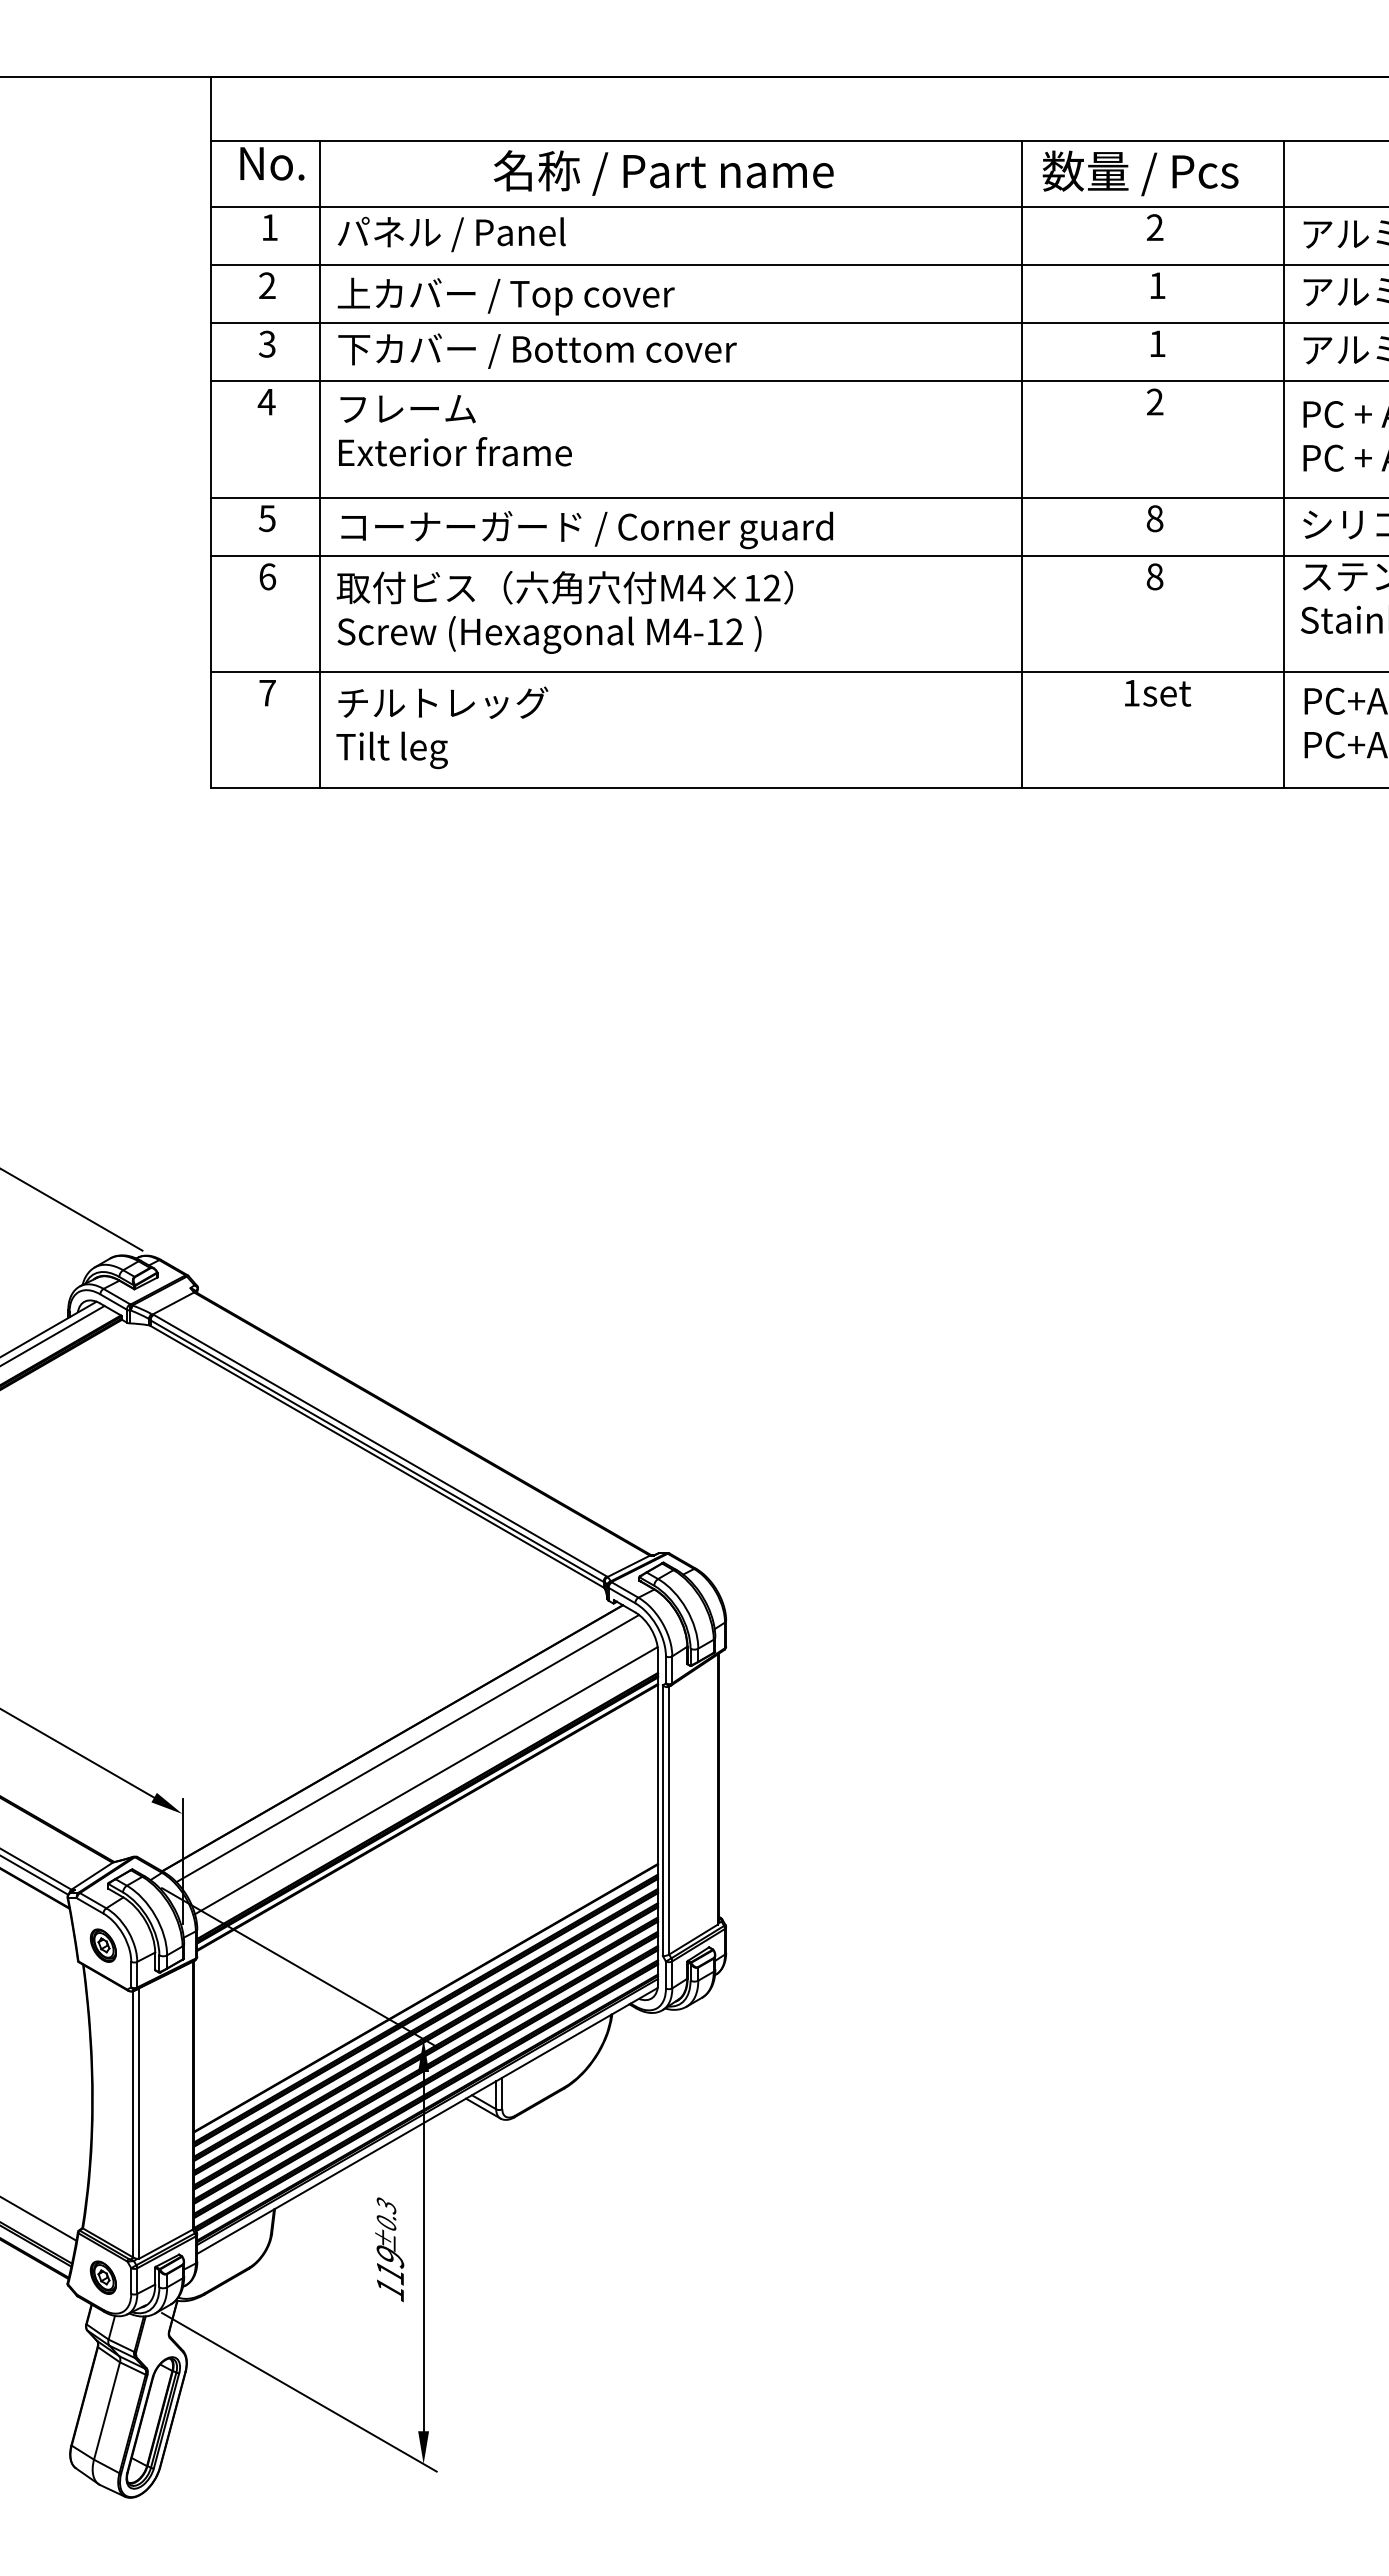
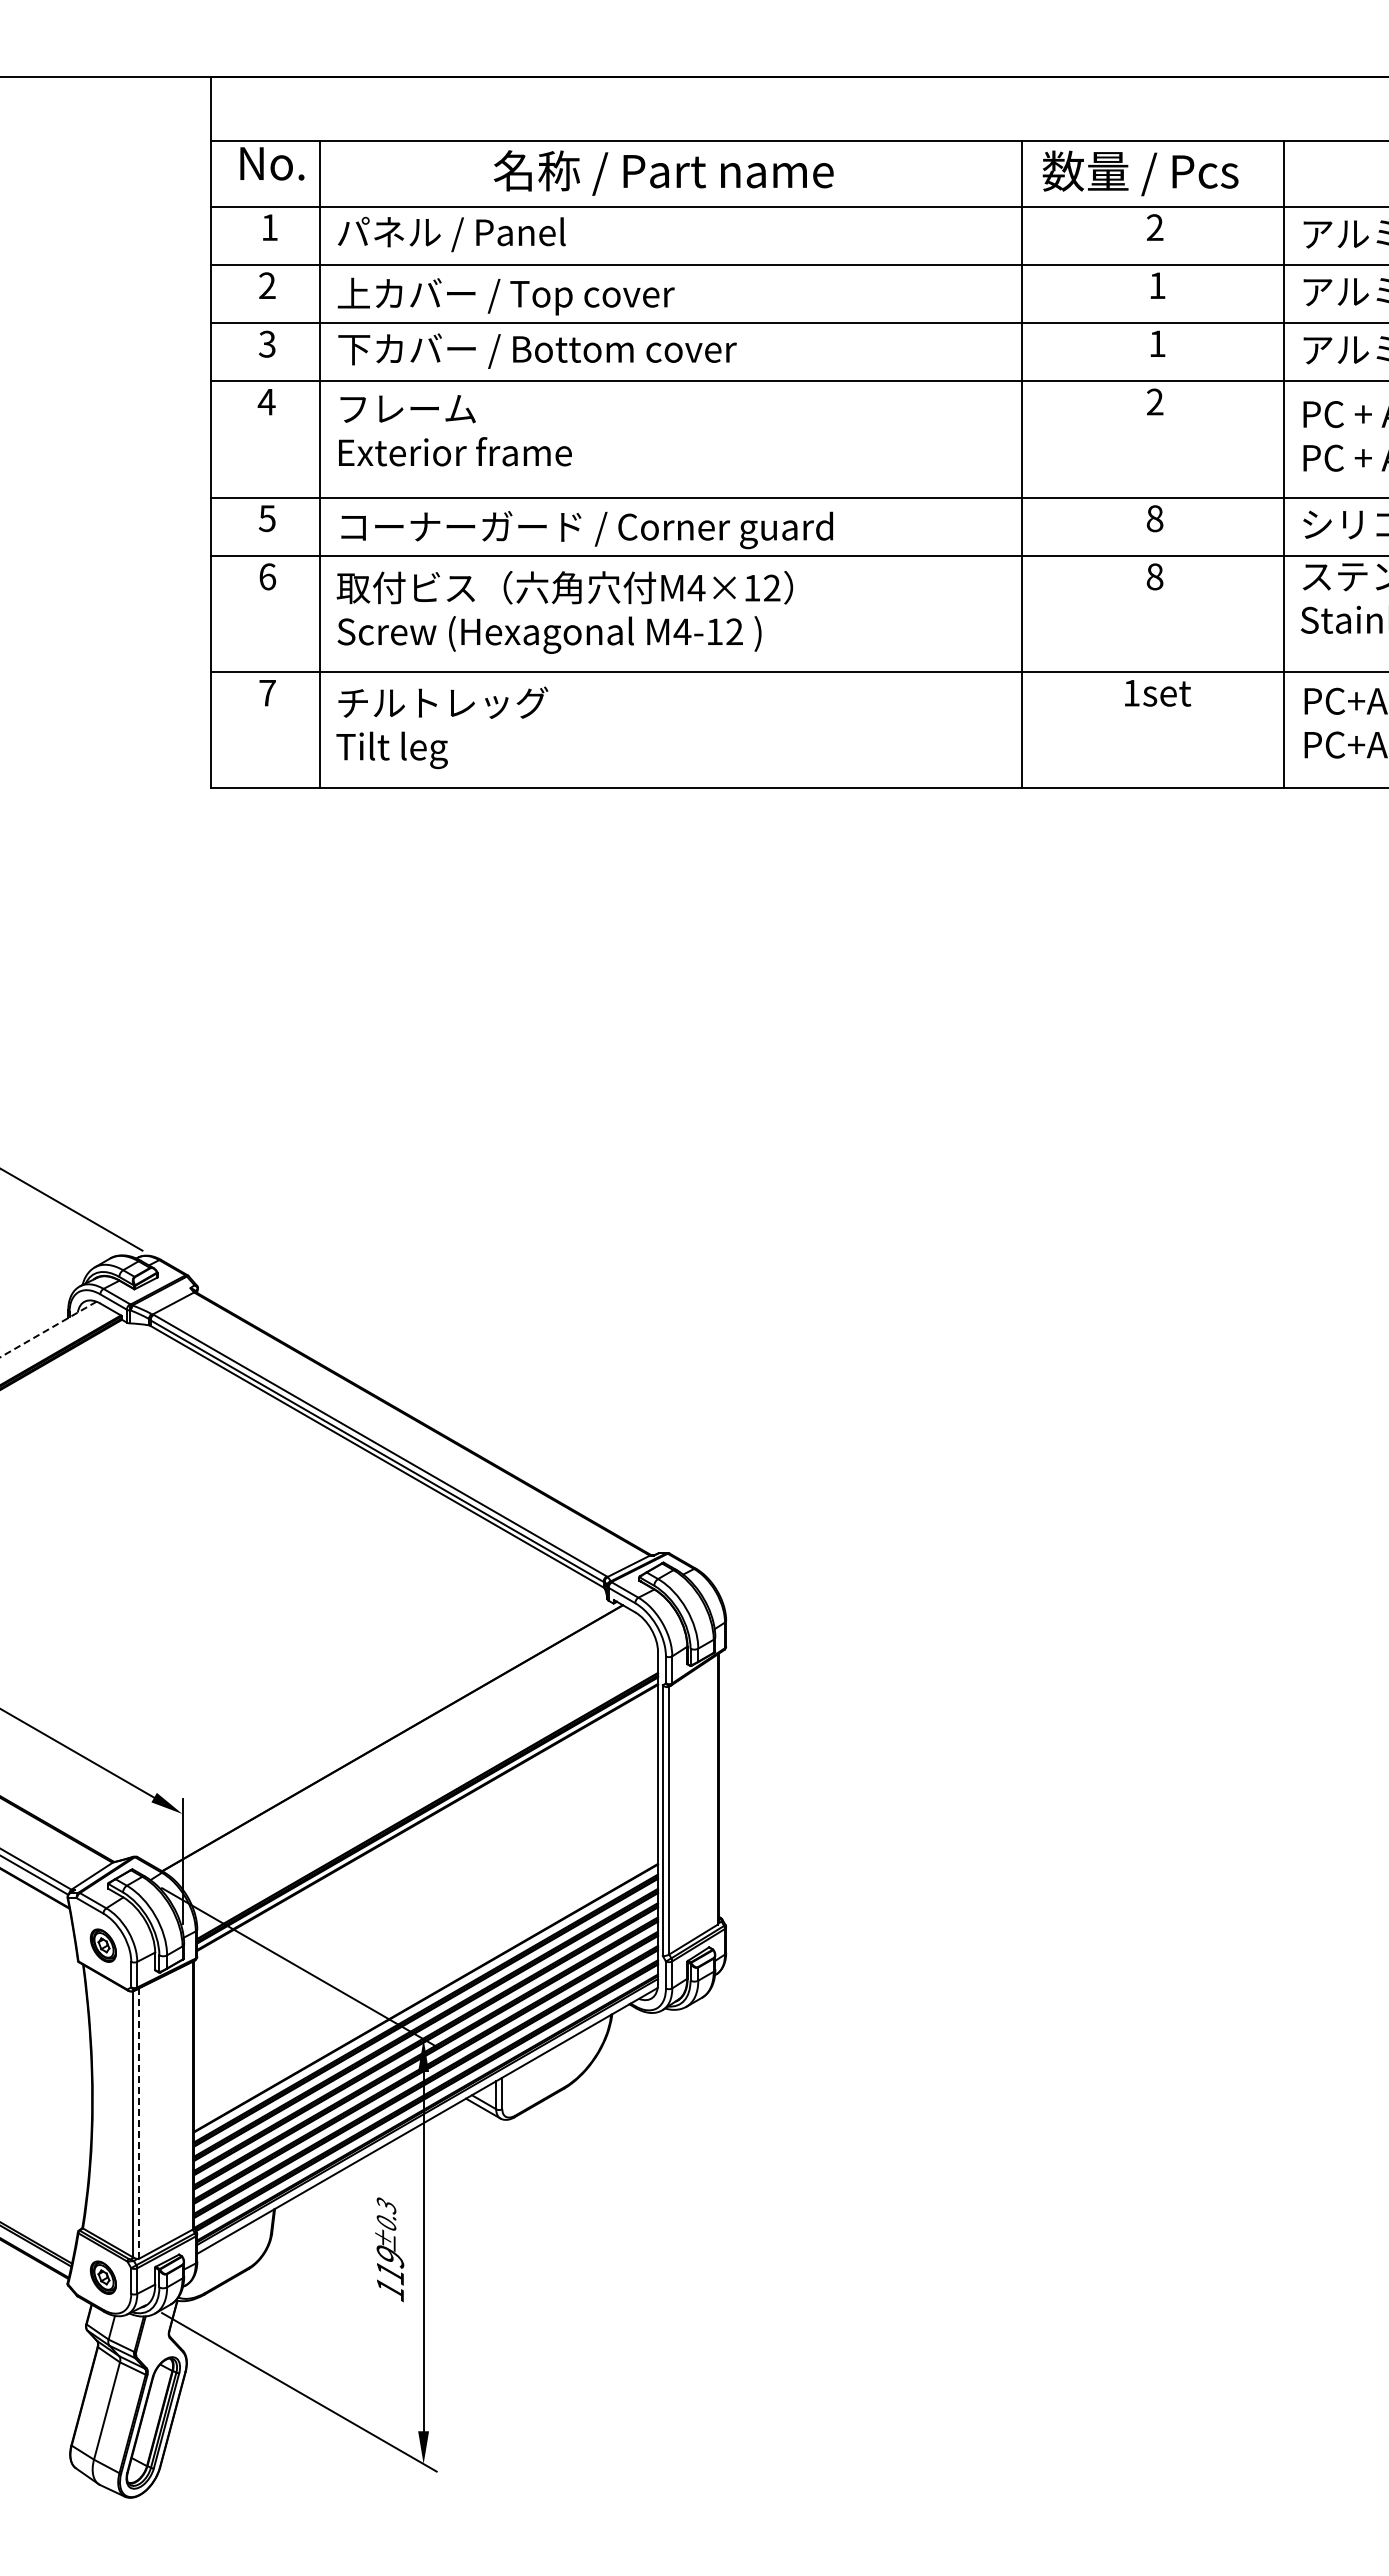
line at (48, 1329): solid -> dashed
line at (53, 1334): present -> none
line at (407, 1748): present -> none
line at (426, 1780): present -> none
line at (139, 2123): solid -> dashed
line at (39, 2219): present -> none
